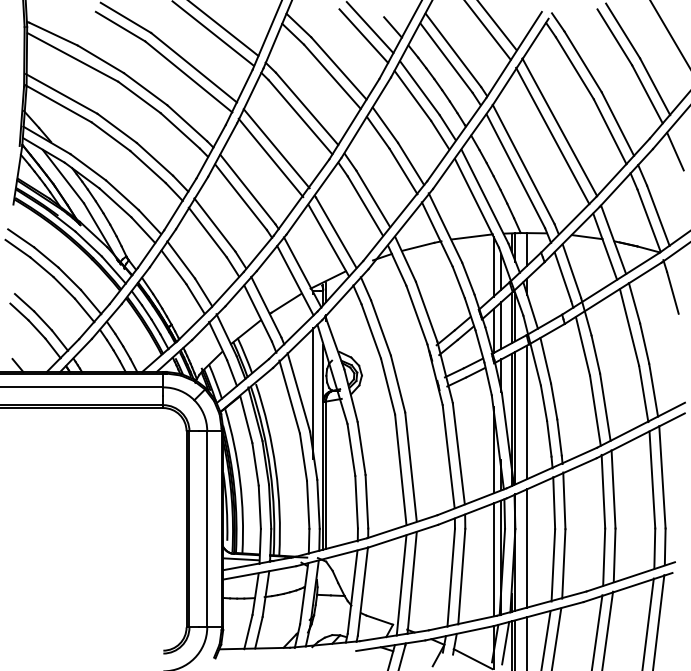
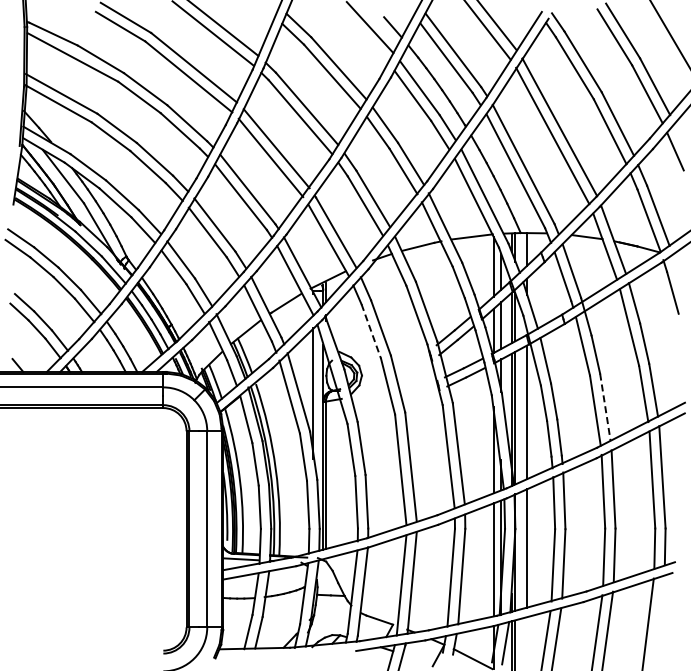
line at (363, 35): present -> none
line at (371, 331): solid -> dashed
line at (605, 407): solid -> dashed
line at (658, 621): present -> none
line at (527, 642): present -> none
